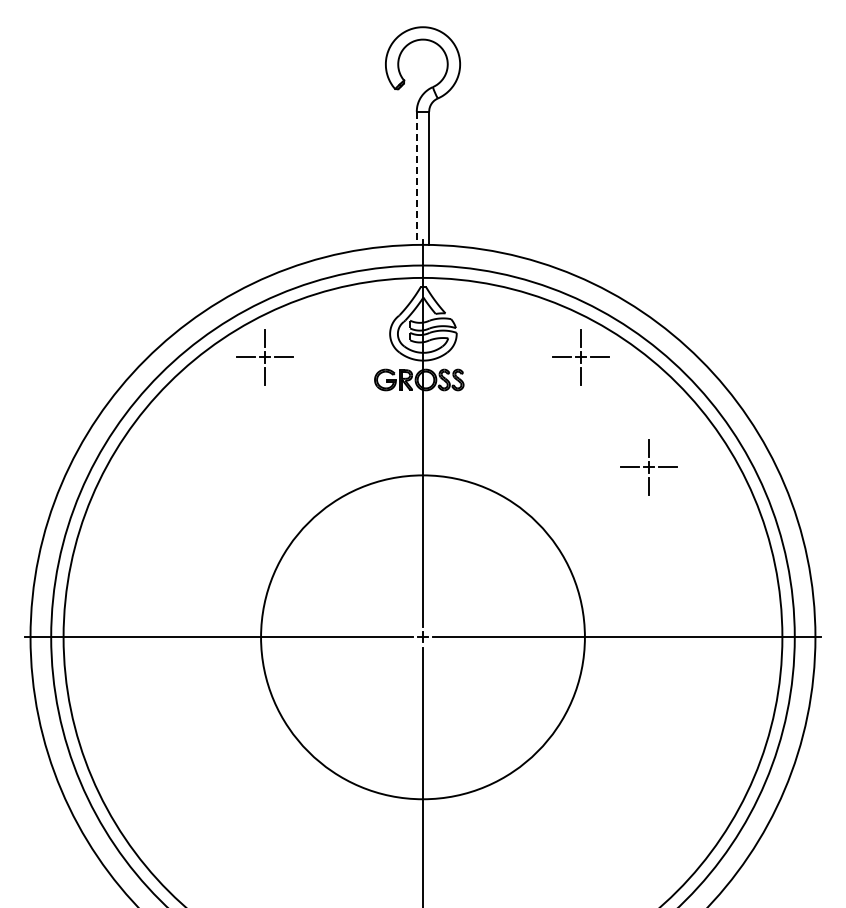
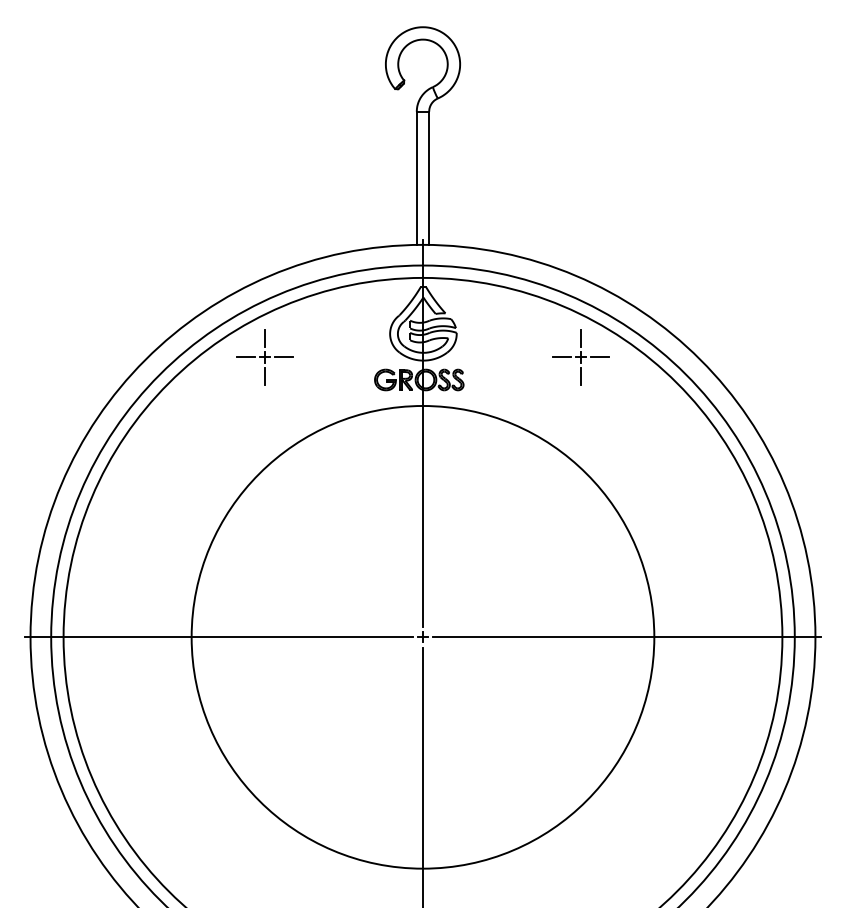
line at (416, 178): dashed -> solid
part at (648, 467): present -> none
circle at (422, 637) diameter: 324 px -> 463 px
